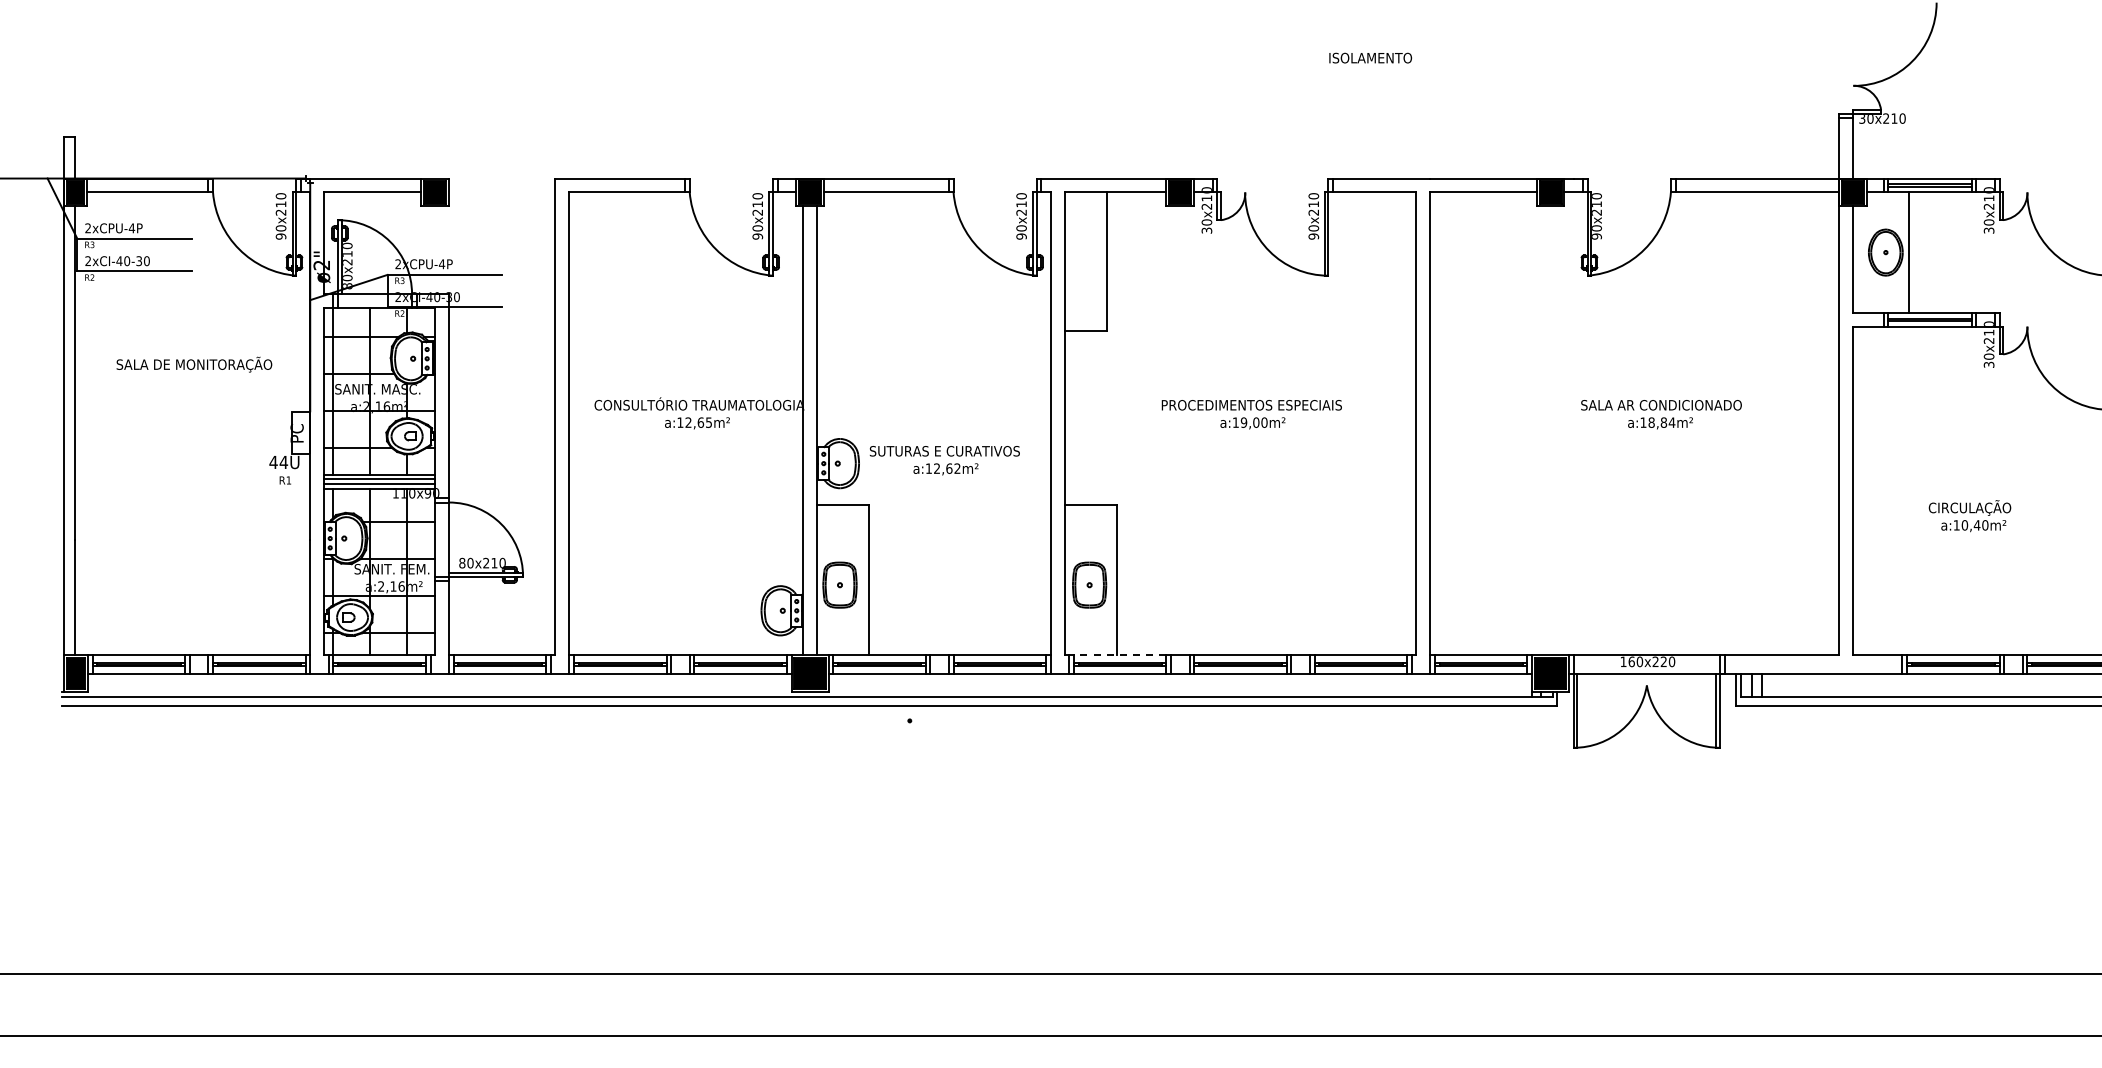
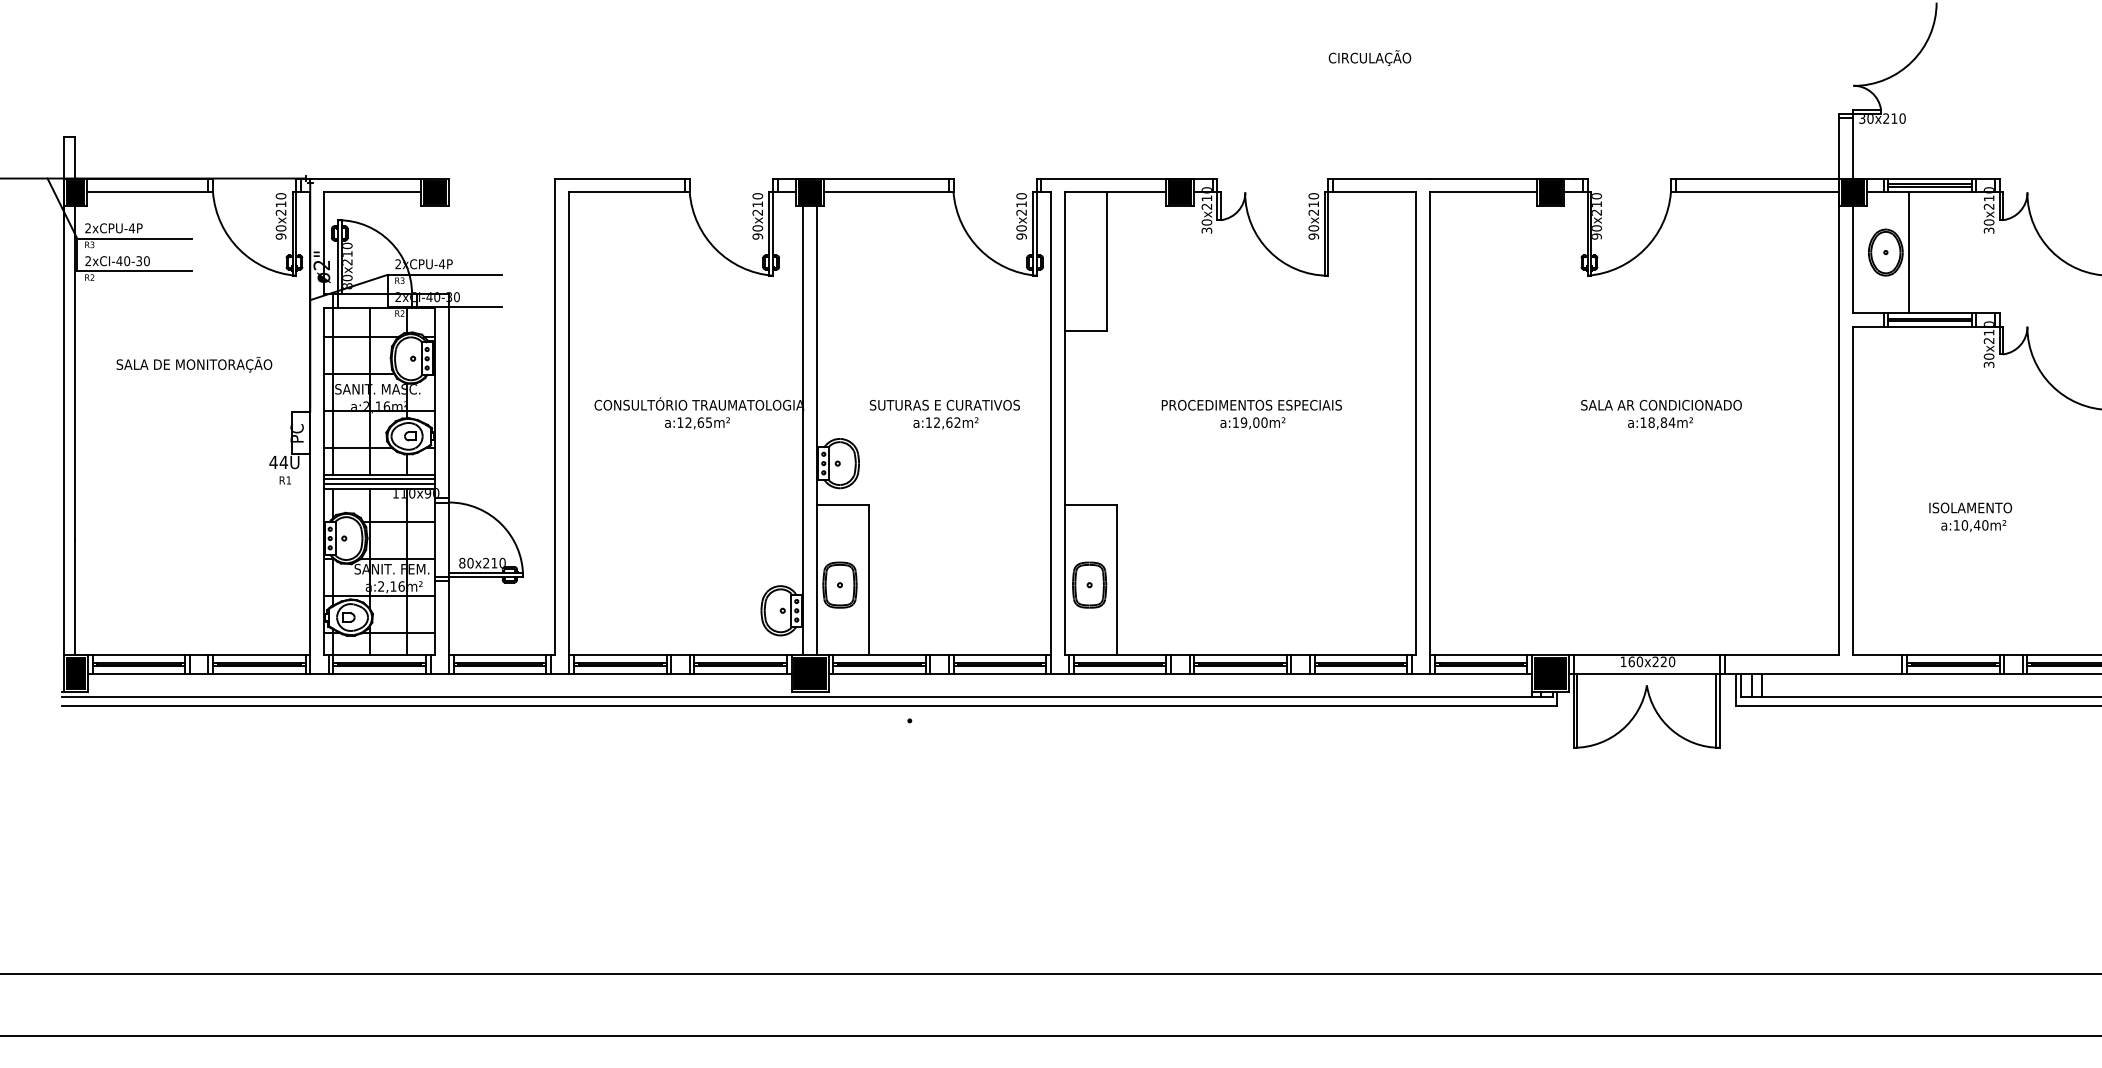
text at (1370, 57): ISOLAMENTO -> CIRCULAÇÃO
text at (944, 460) position: (944, 460) -> (944, 414)
text at (1970, 507): CIRCULAÇÃO -> ISOLAMENTO
line at (1119, 655): dashed -> solid
